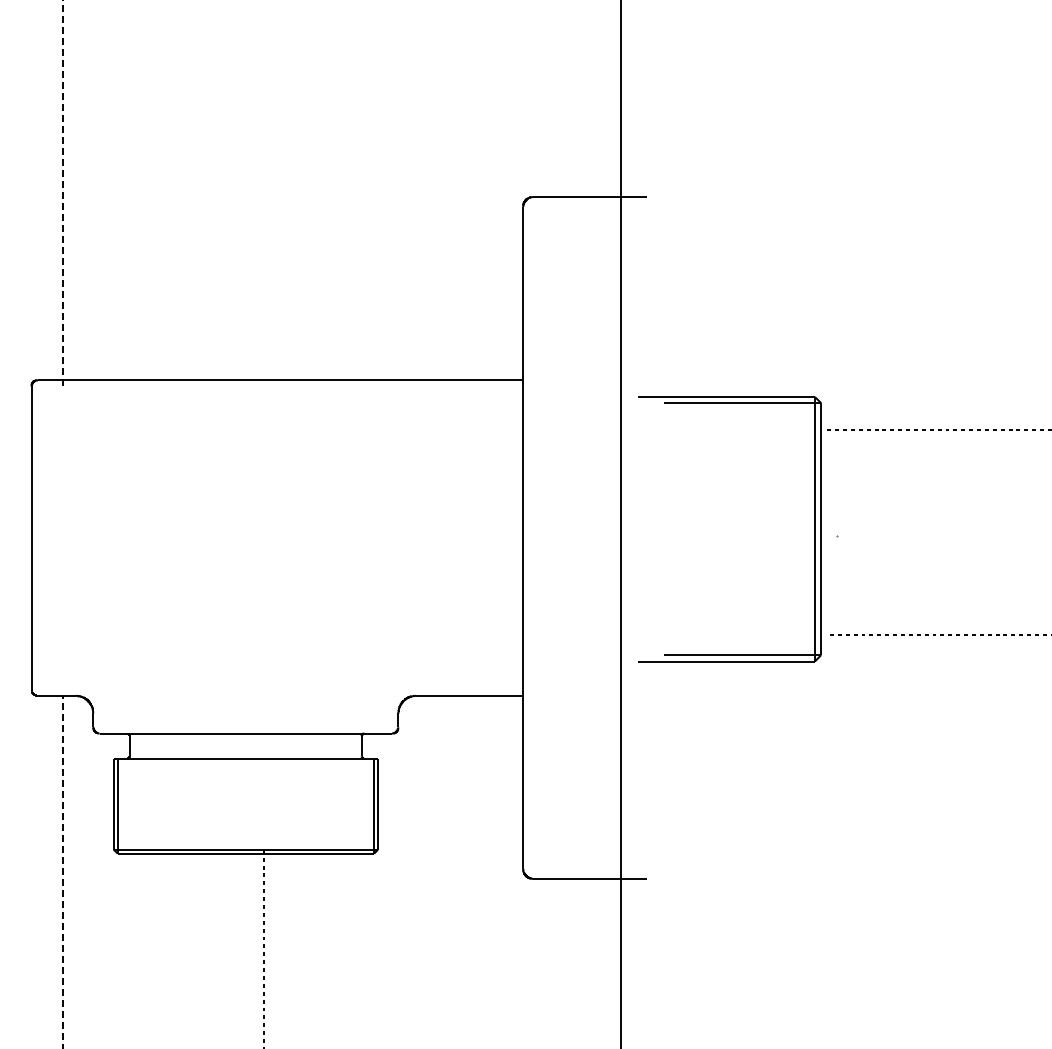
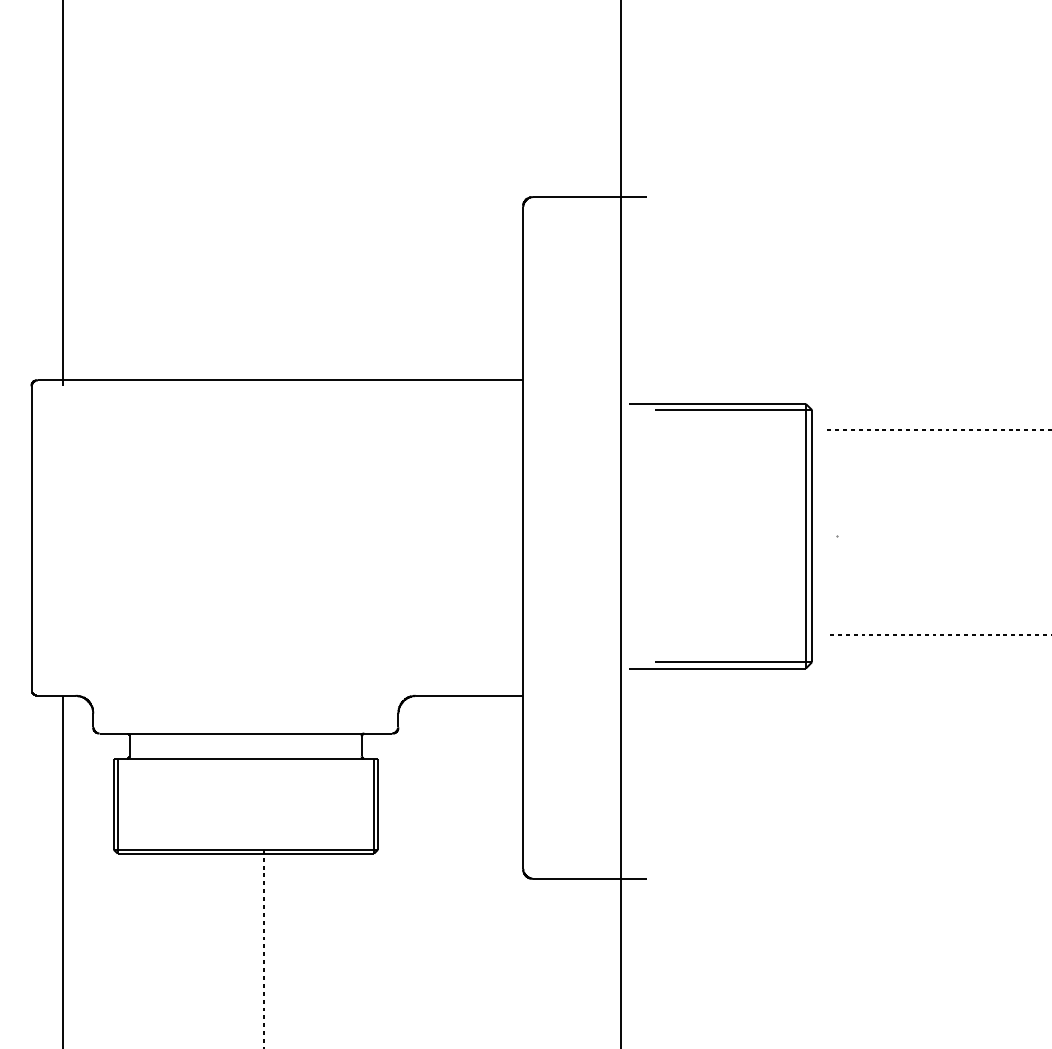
line at (63, 193): dashed -> solid
part at (814, 529) position: (814, 529) -> (805, 536)
line at (63, 871): dashed -> solid
